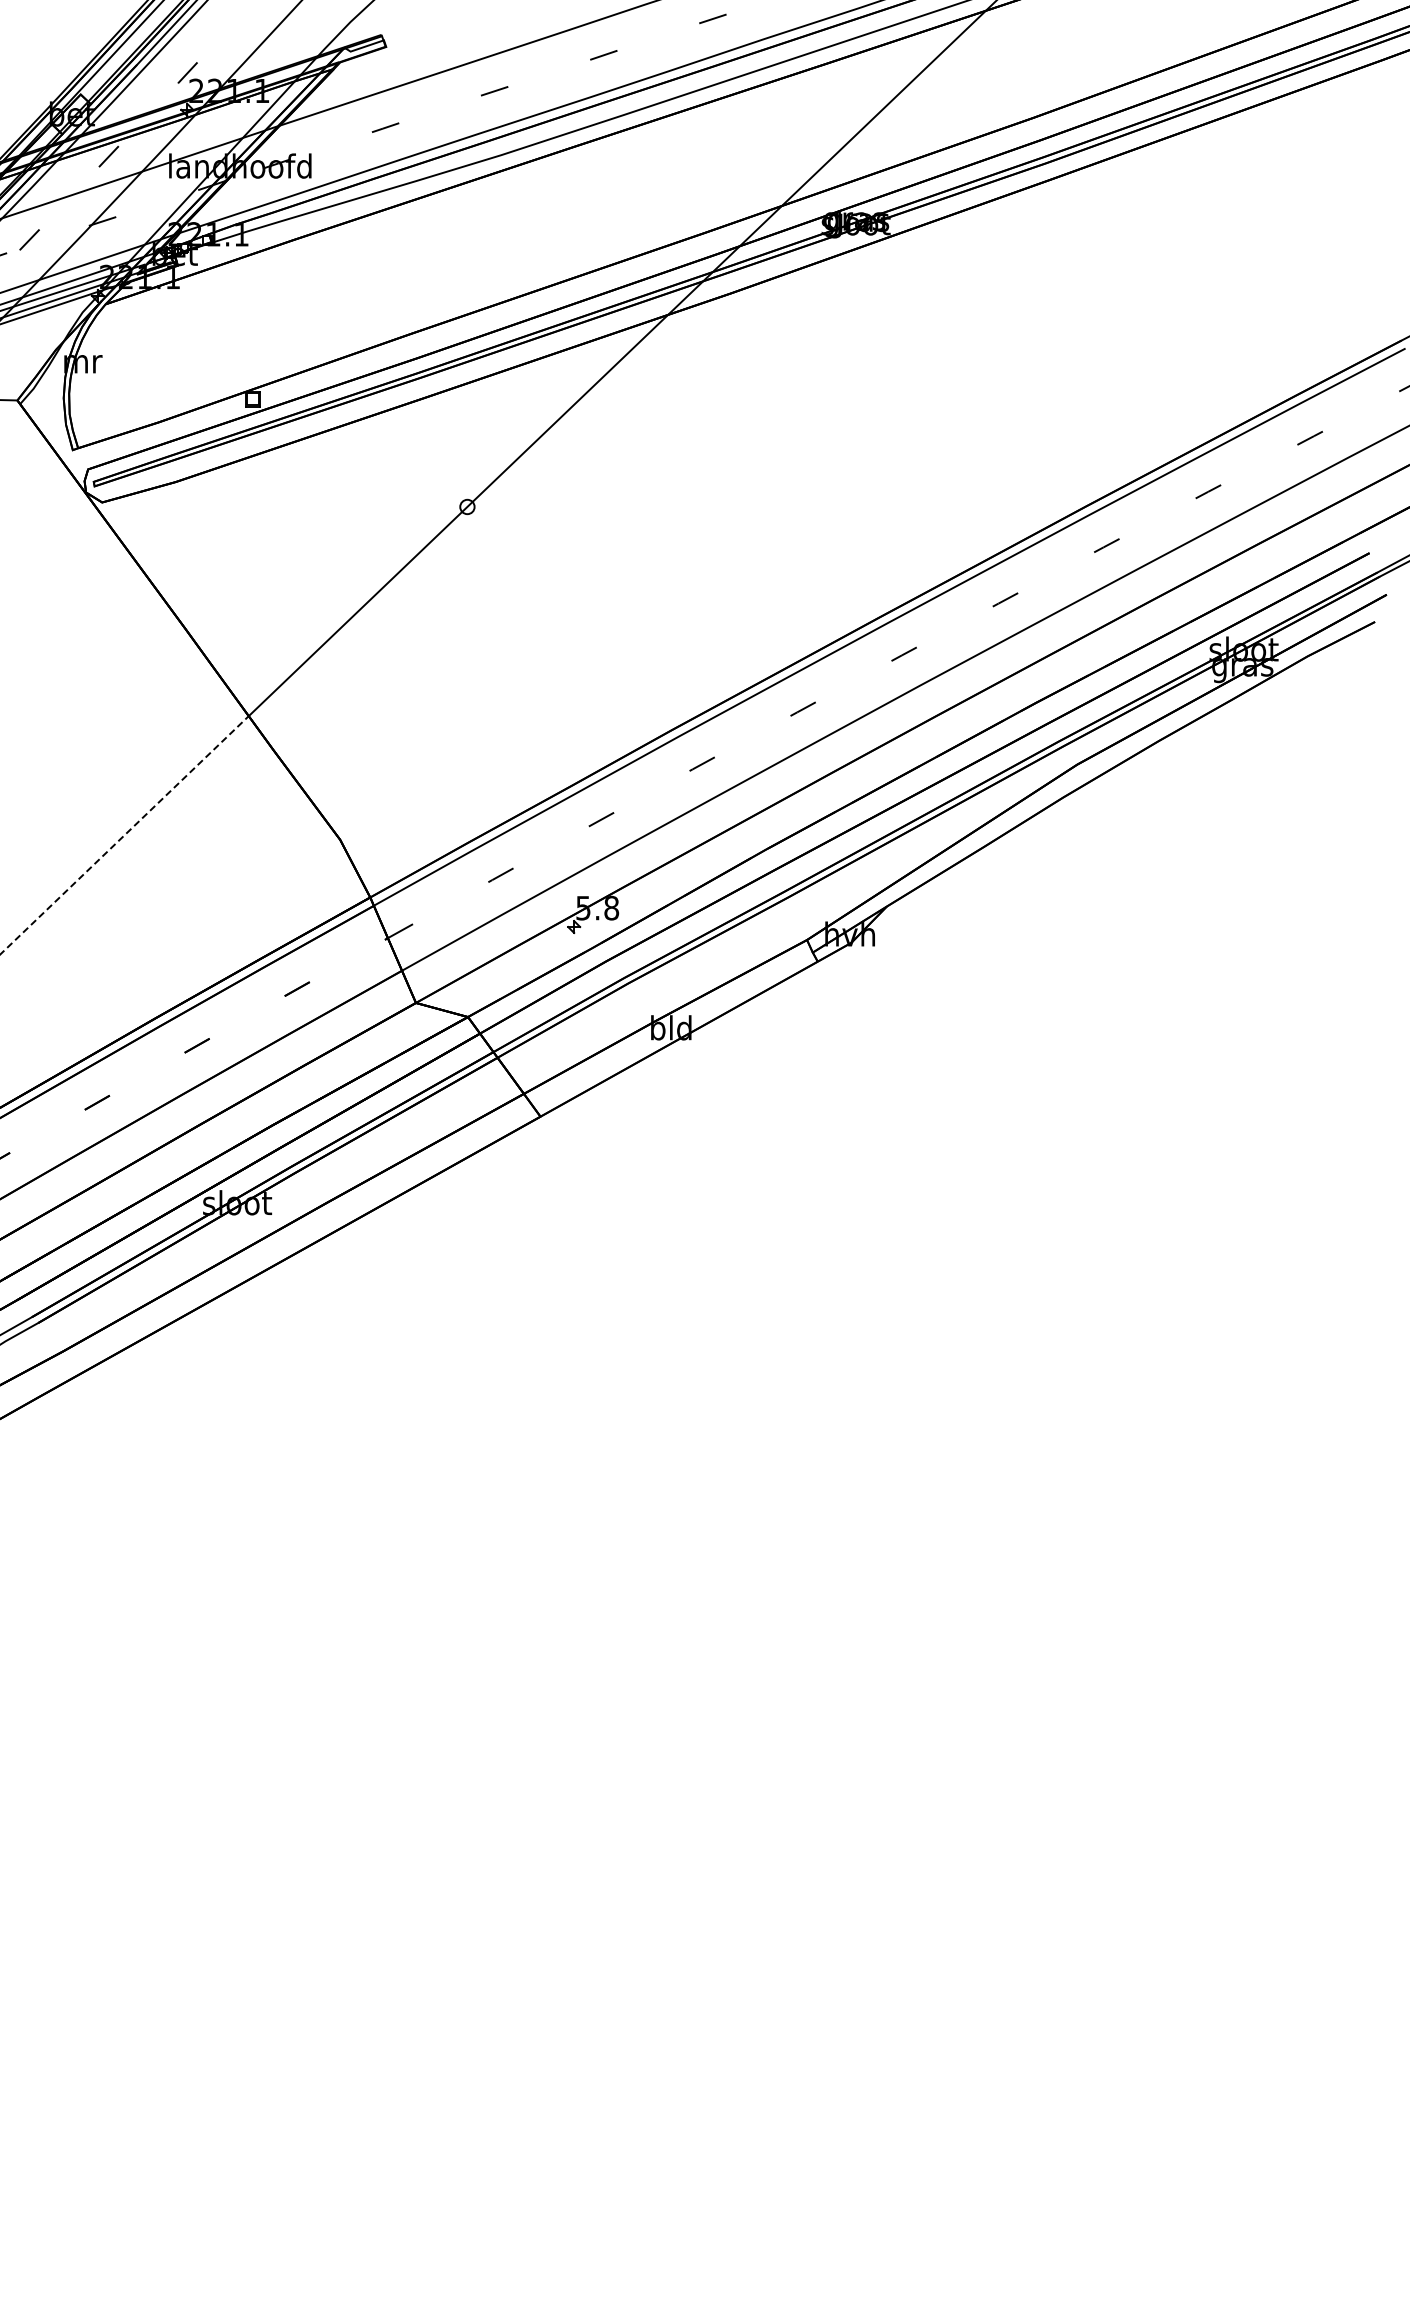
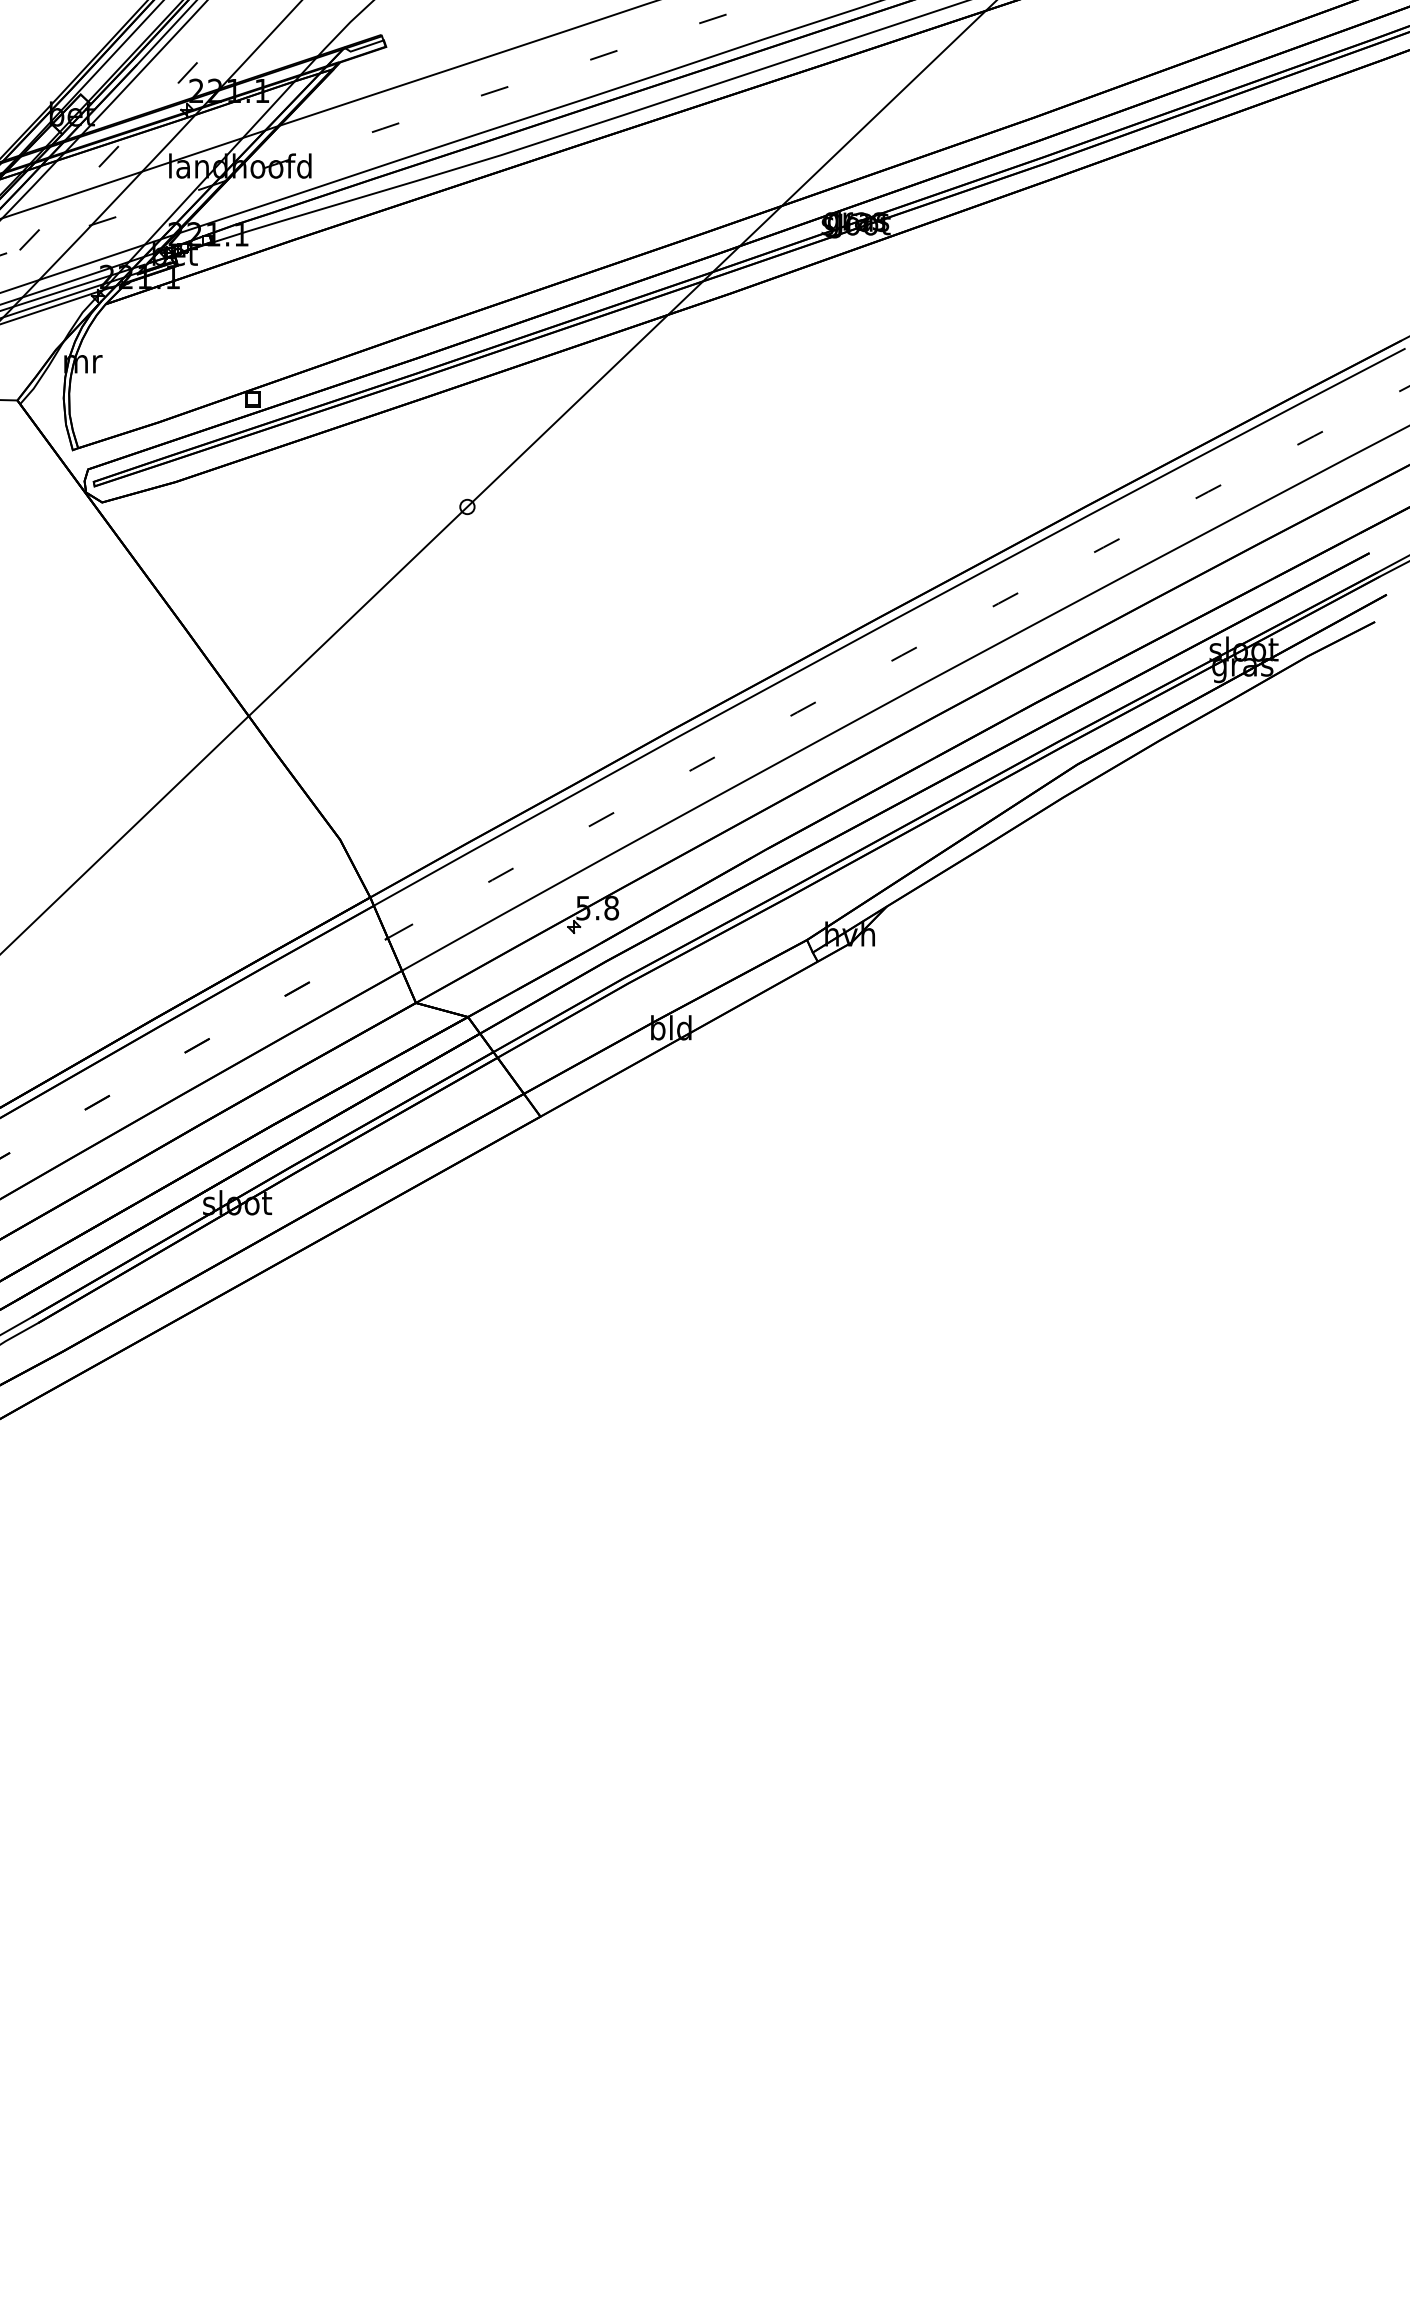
line at (124, 835): dashed -> solid
